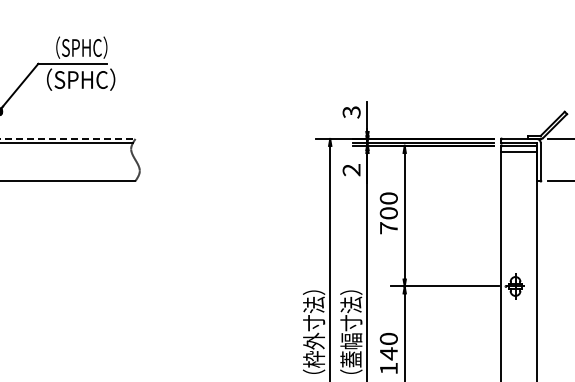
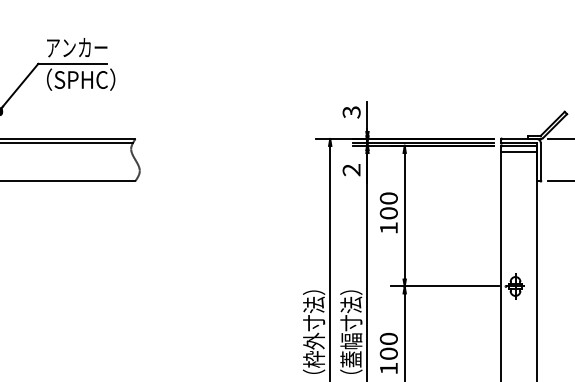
text at (77, 47): （SPHC） -> アンカー
line at (68, 138): dashed -> solid
text at (388, 228): 700 -> 100
text at (388, 353): 140 -> 100
